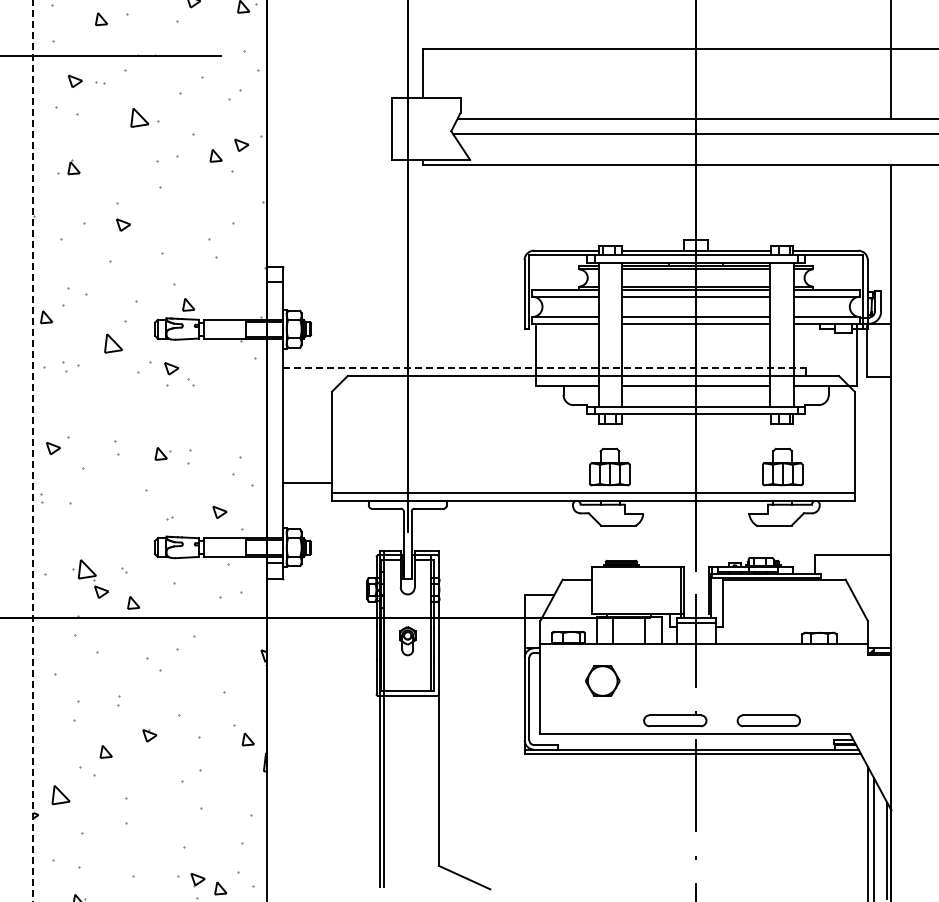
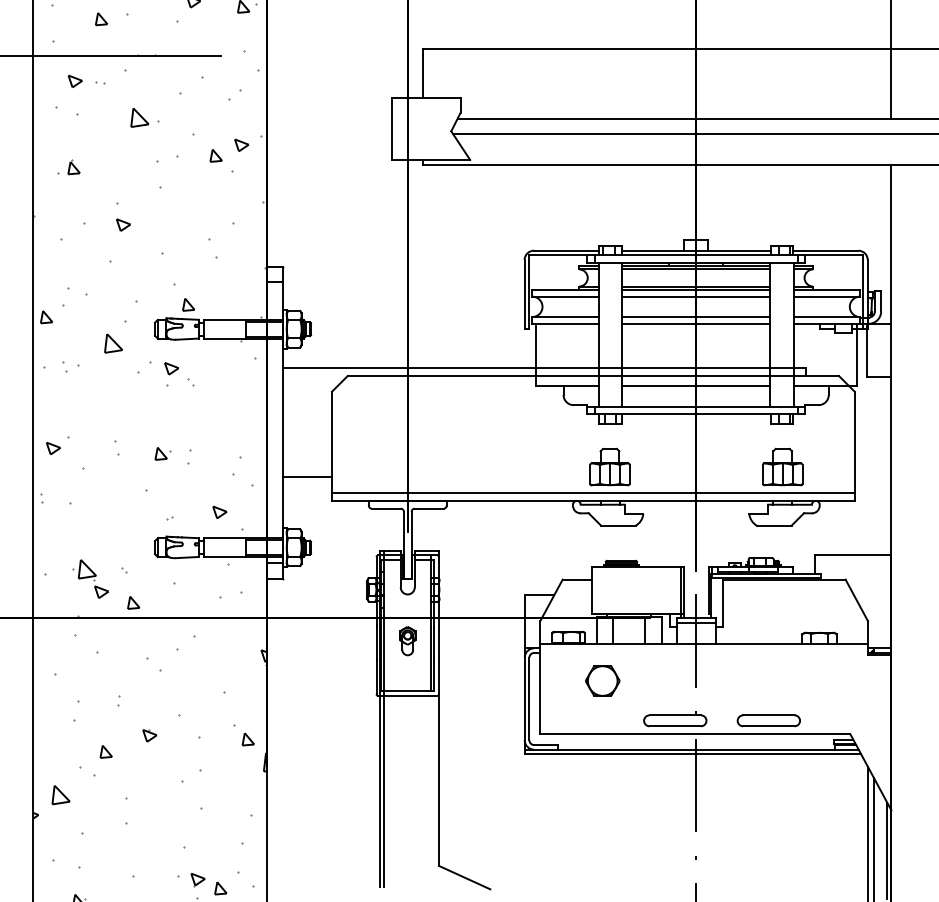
line at (544, 368): dashed -> solid
line at (33, 450): dashed -> solid
line at (307, 483) position: (307, 483) -> (307, 477)
